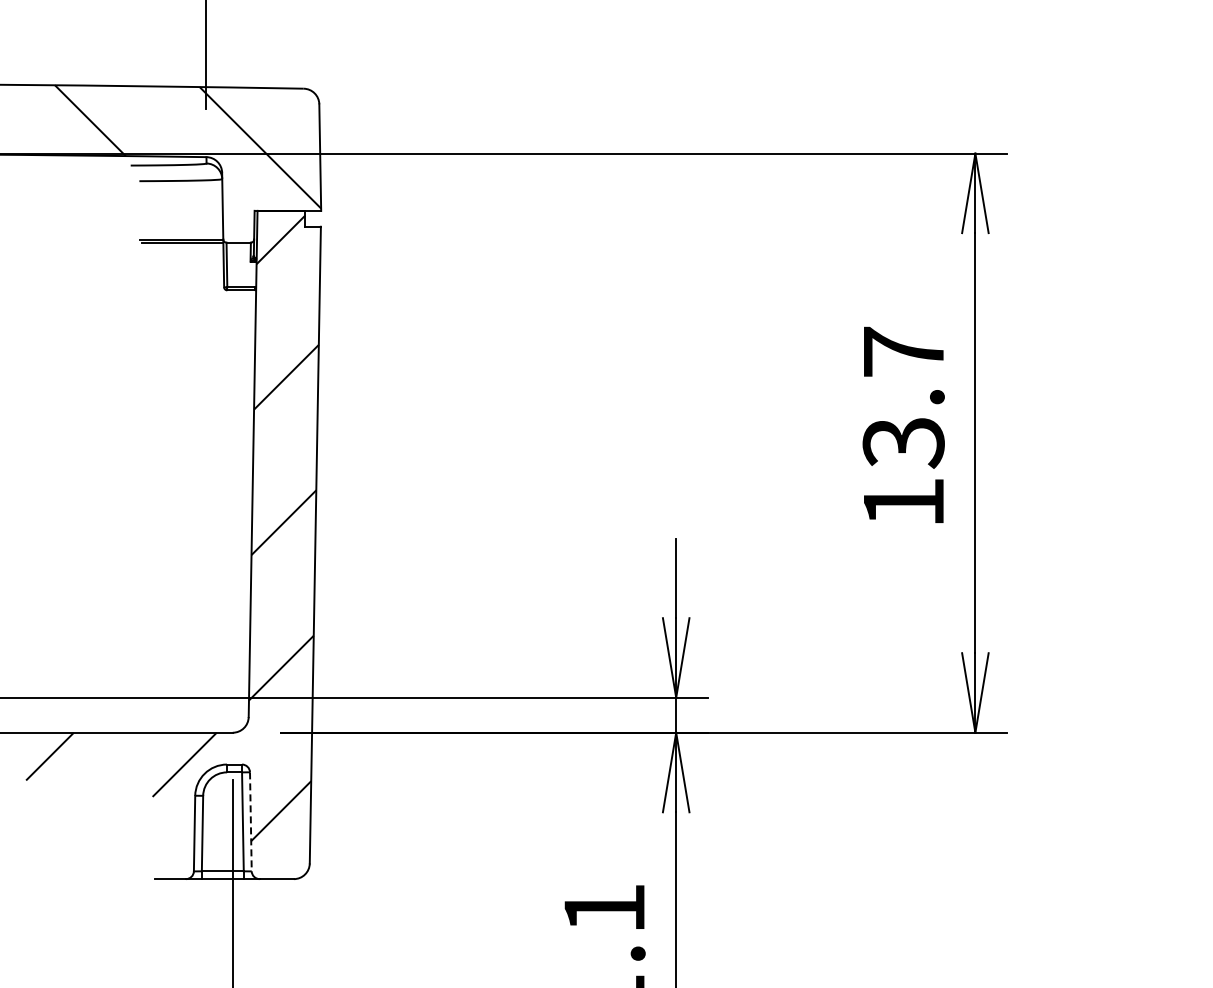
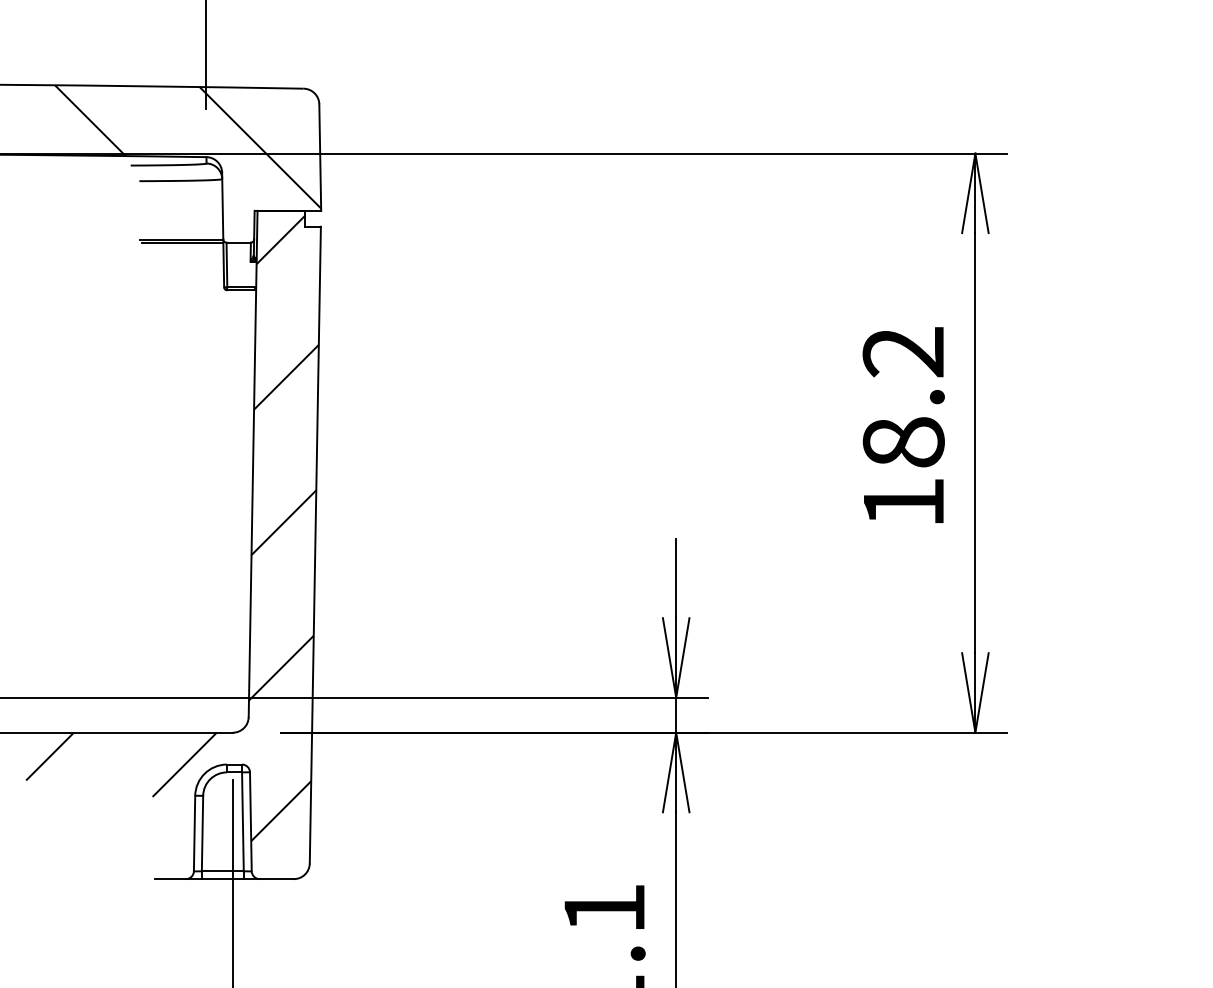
text at (903, 397): 13.7 -> 18.2
line at (250, 822): dashed -> solid
